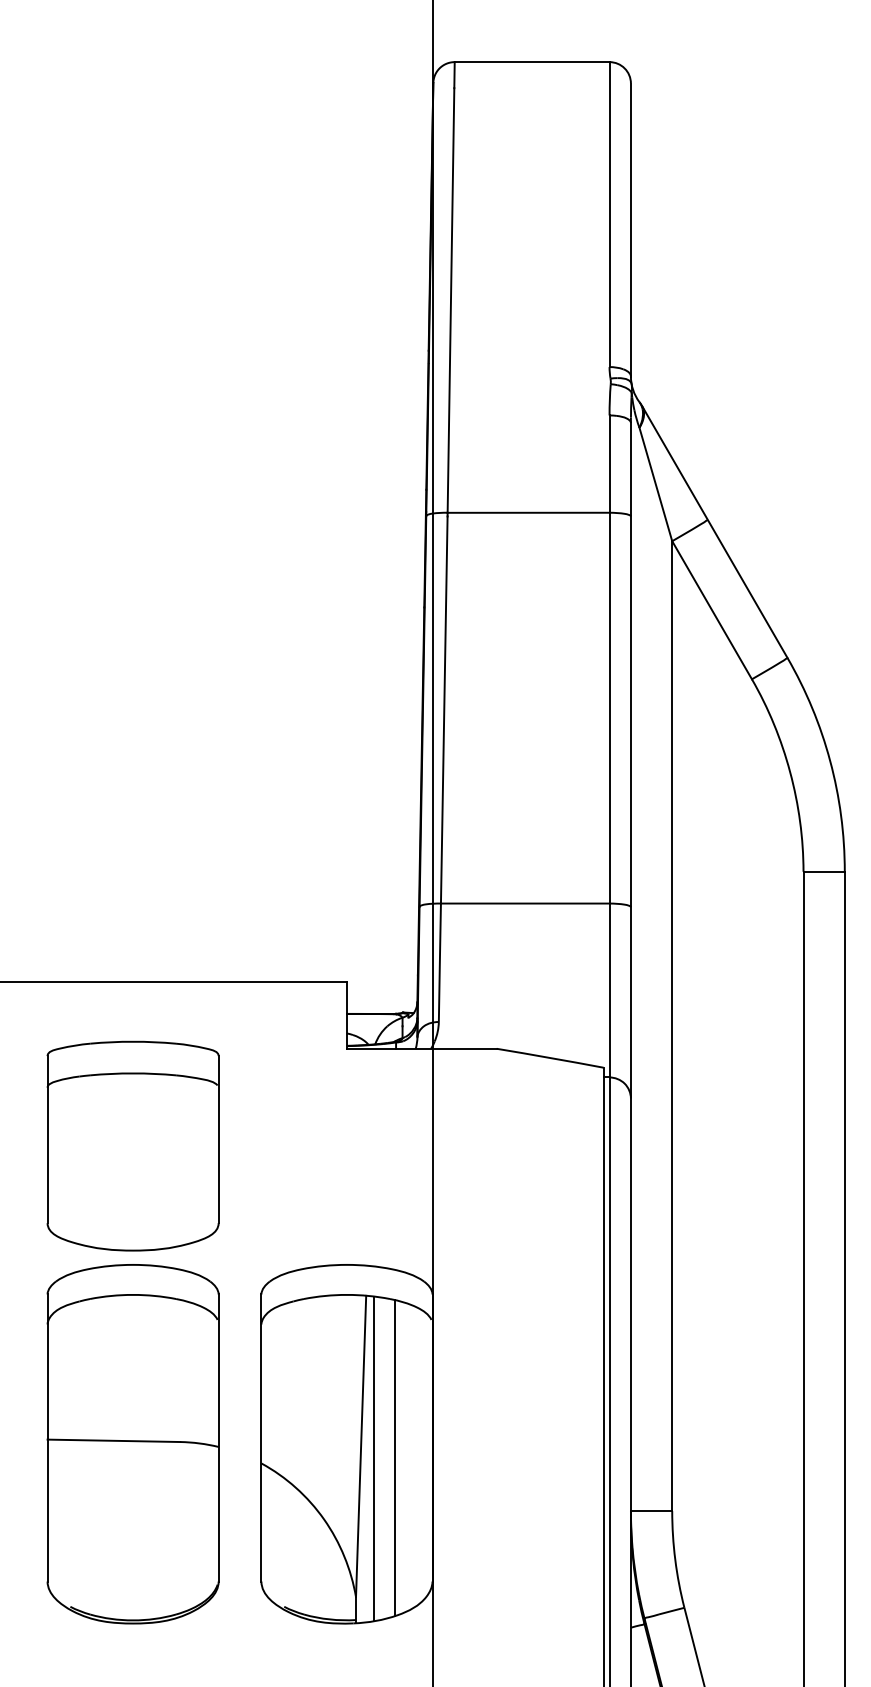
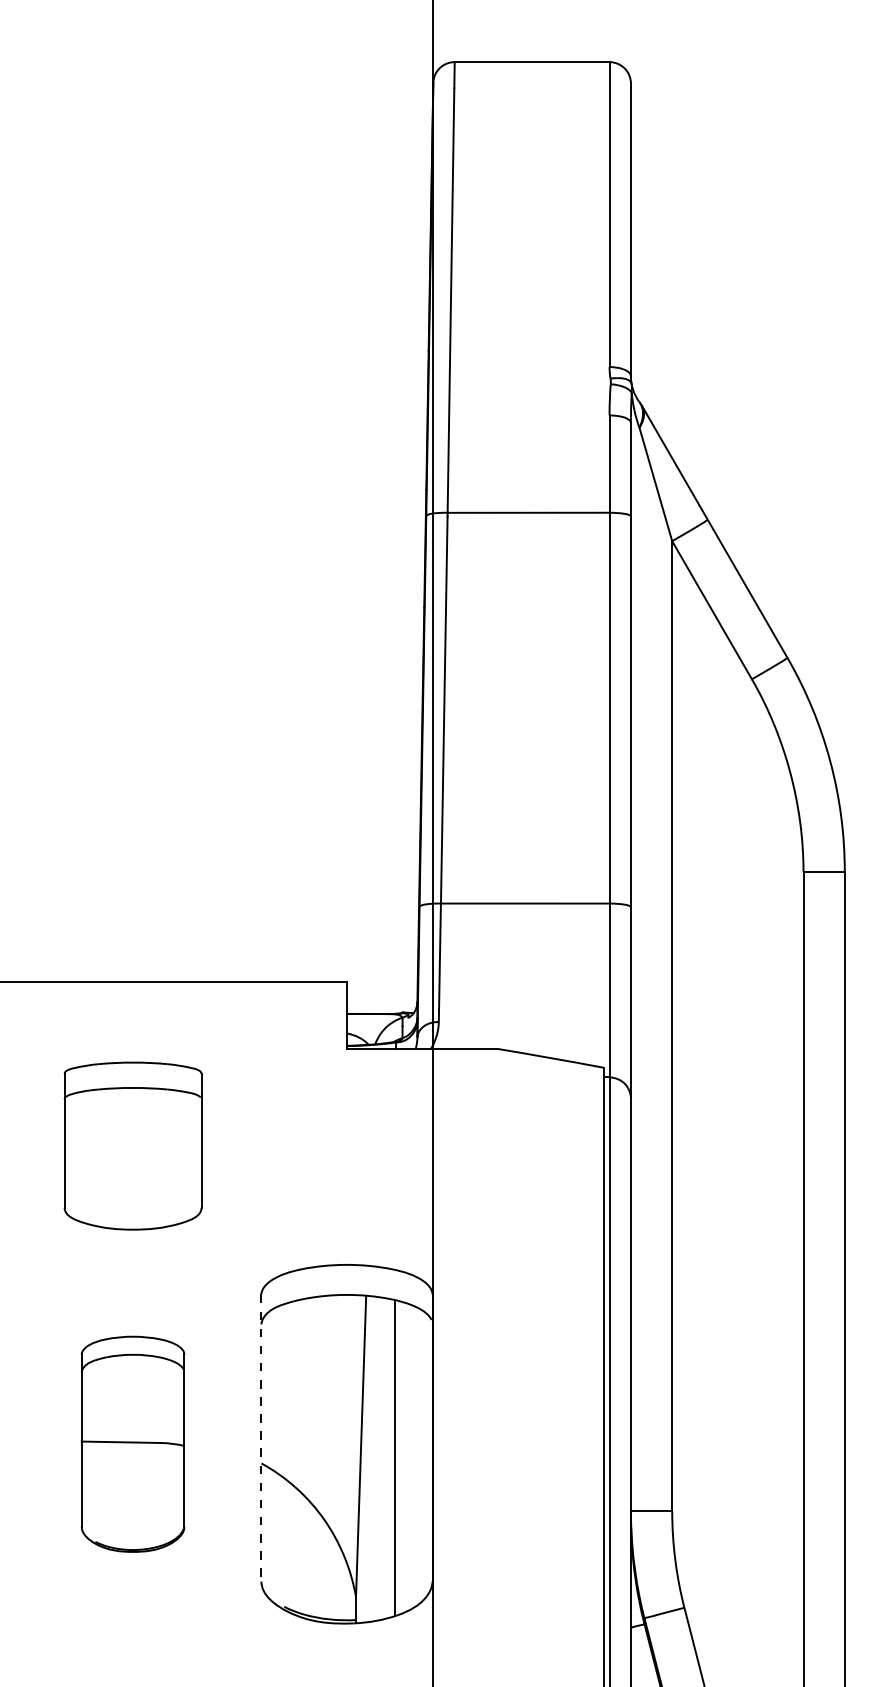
part at (132, 1145) size: 174x212 px -> 140x170 px
line at (261, 1438): solid -> dashed
part at (132, 1444) size: 174x361 px -> 106x218 px
line at (373, 1458): present -> none
